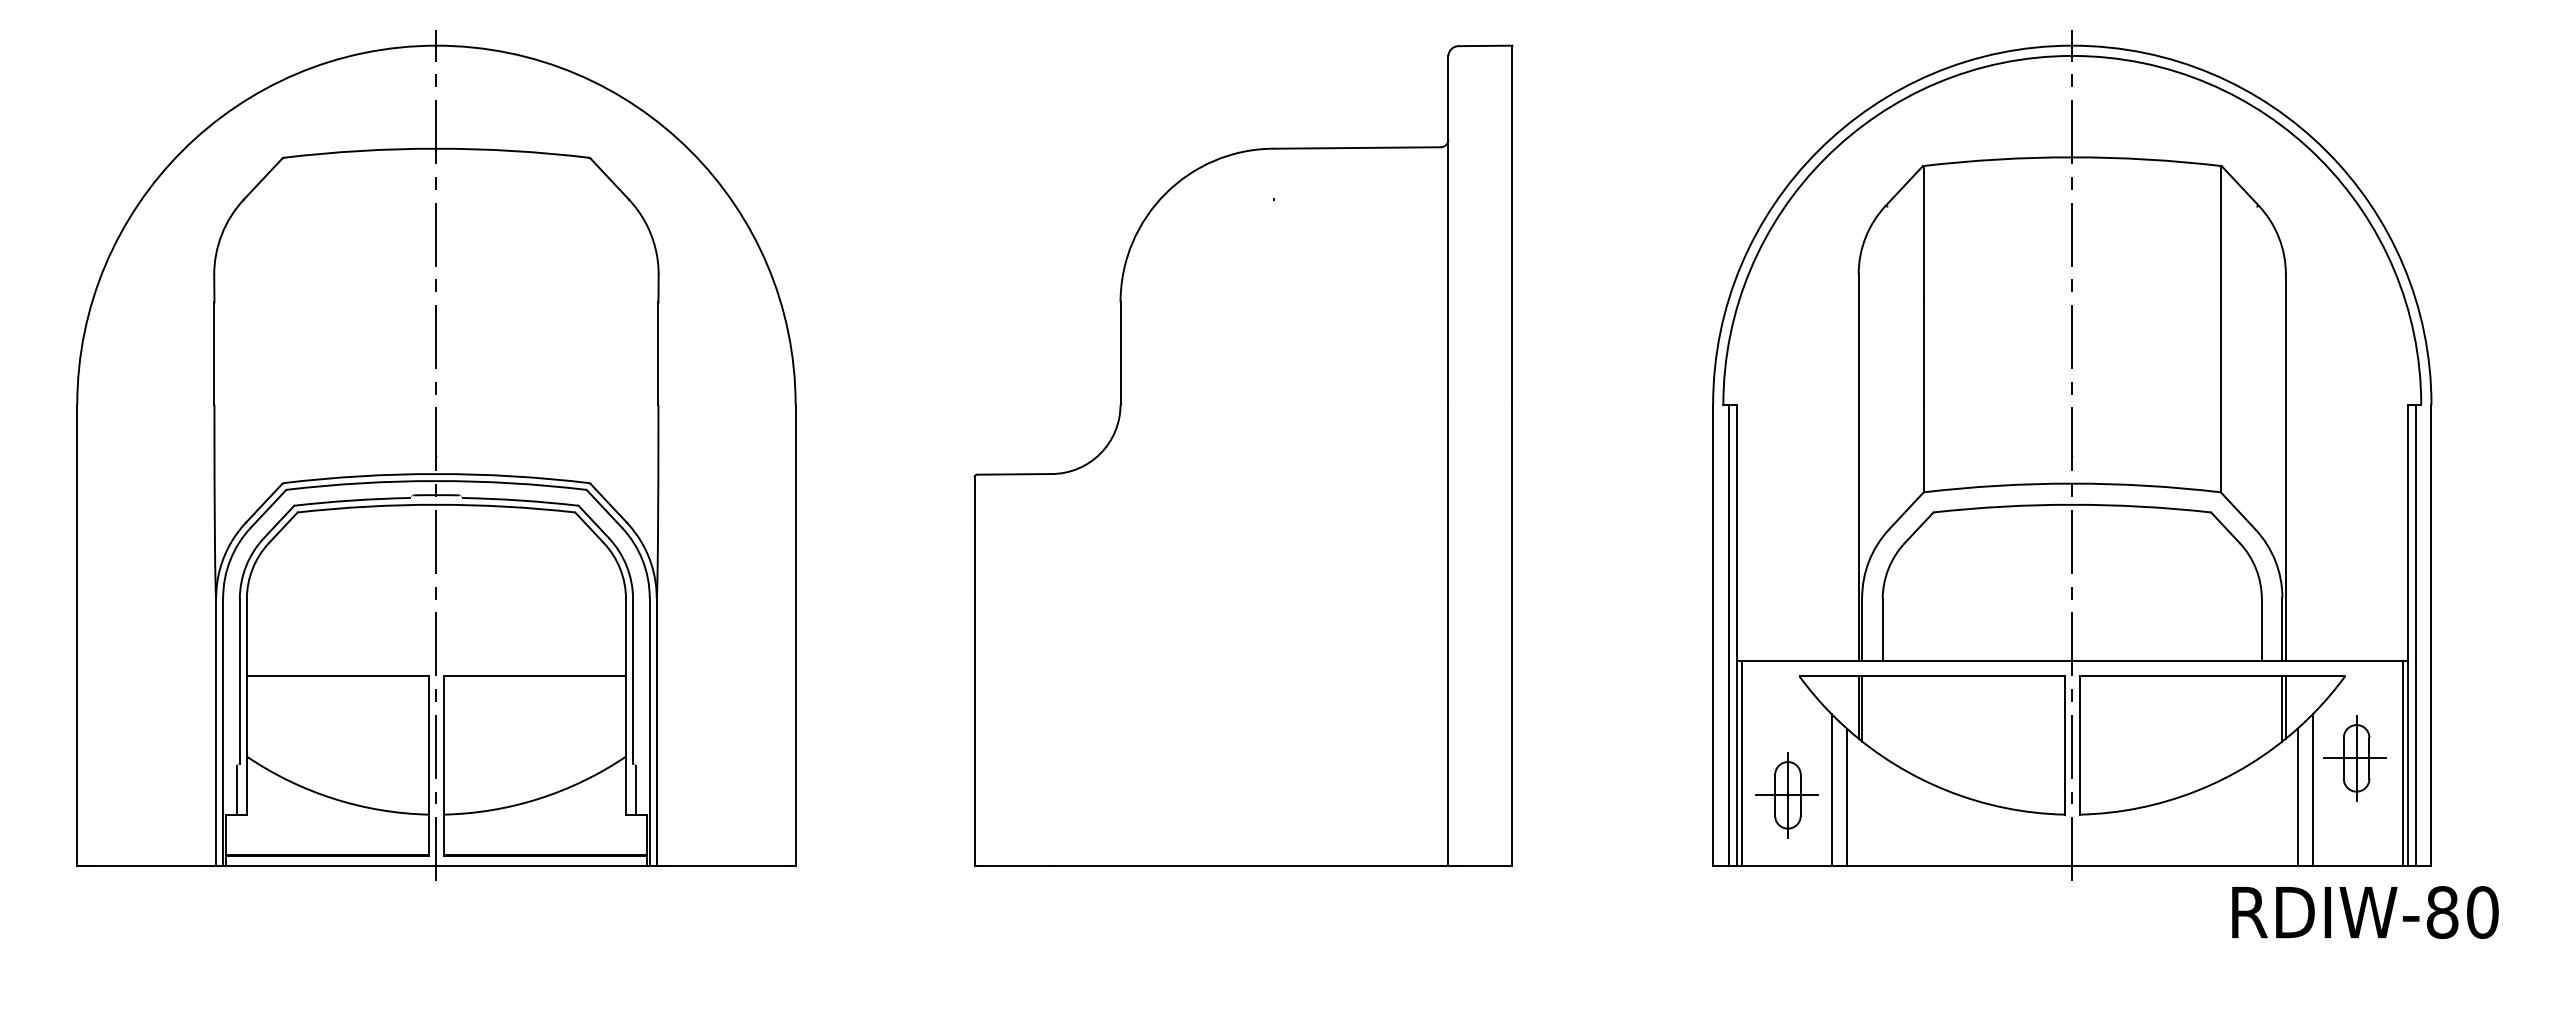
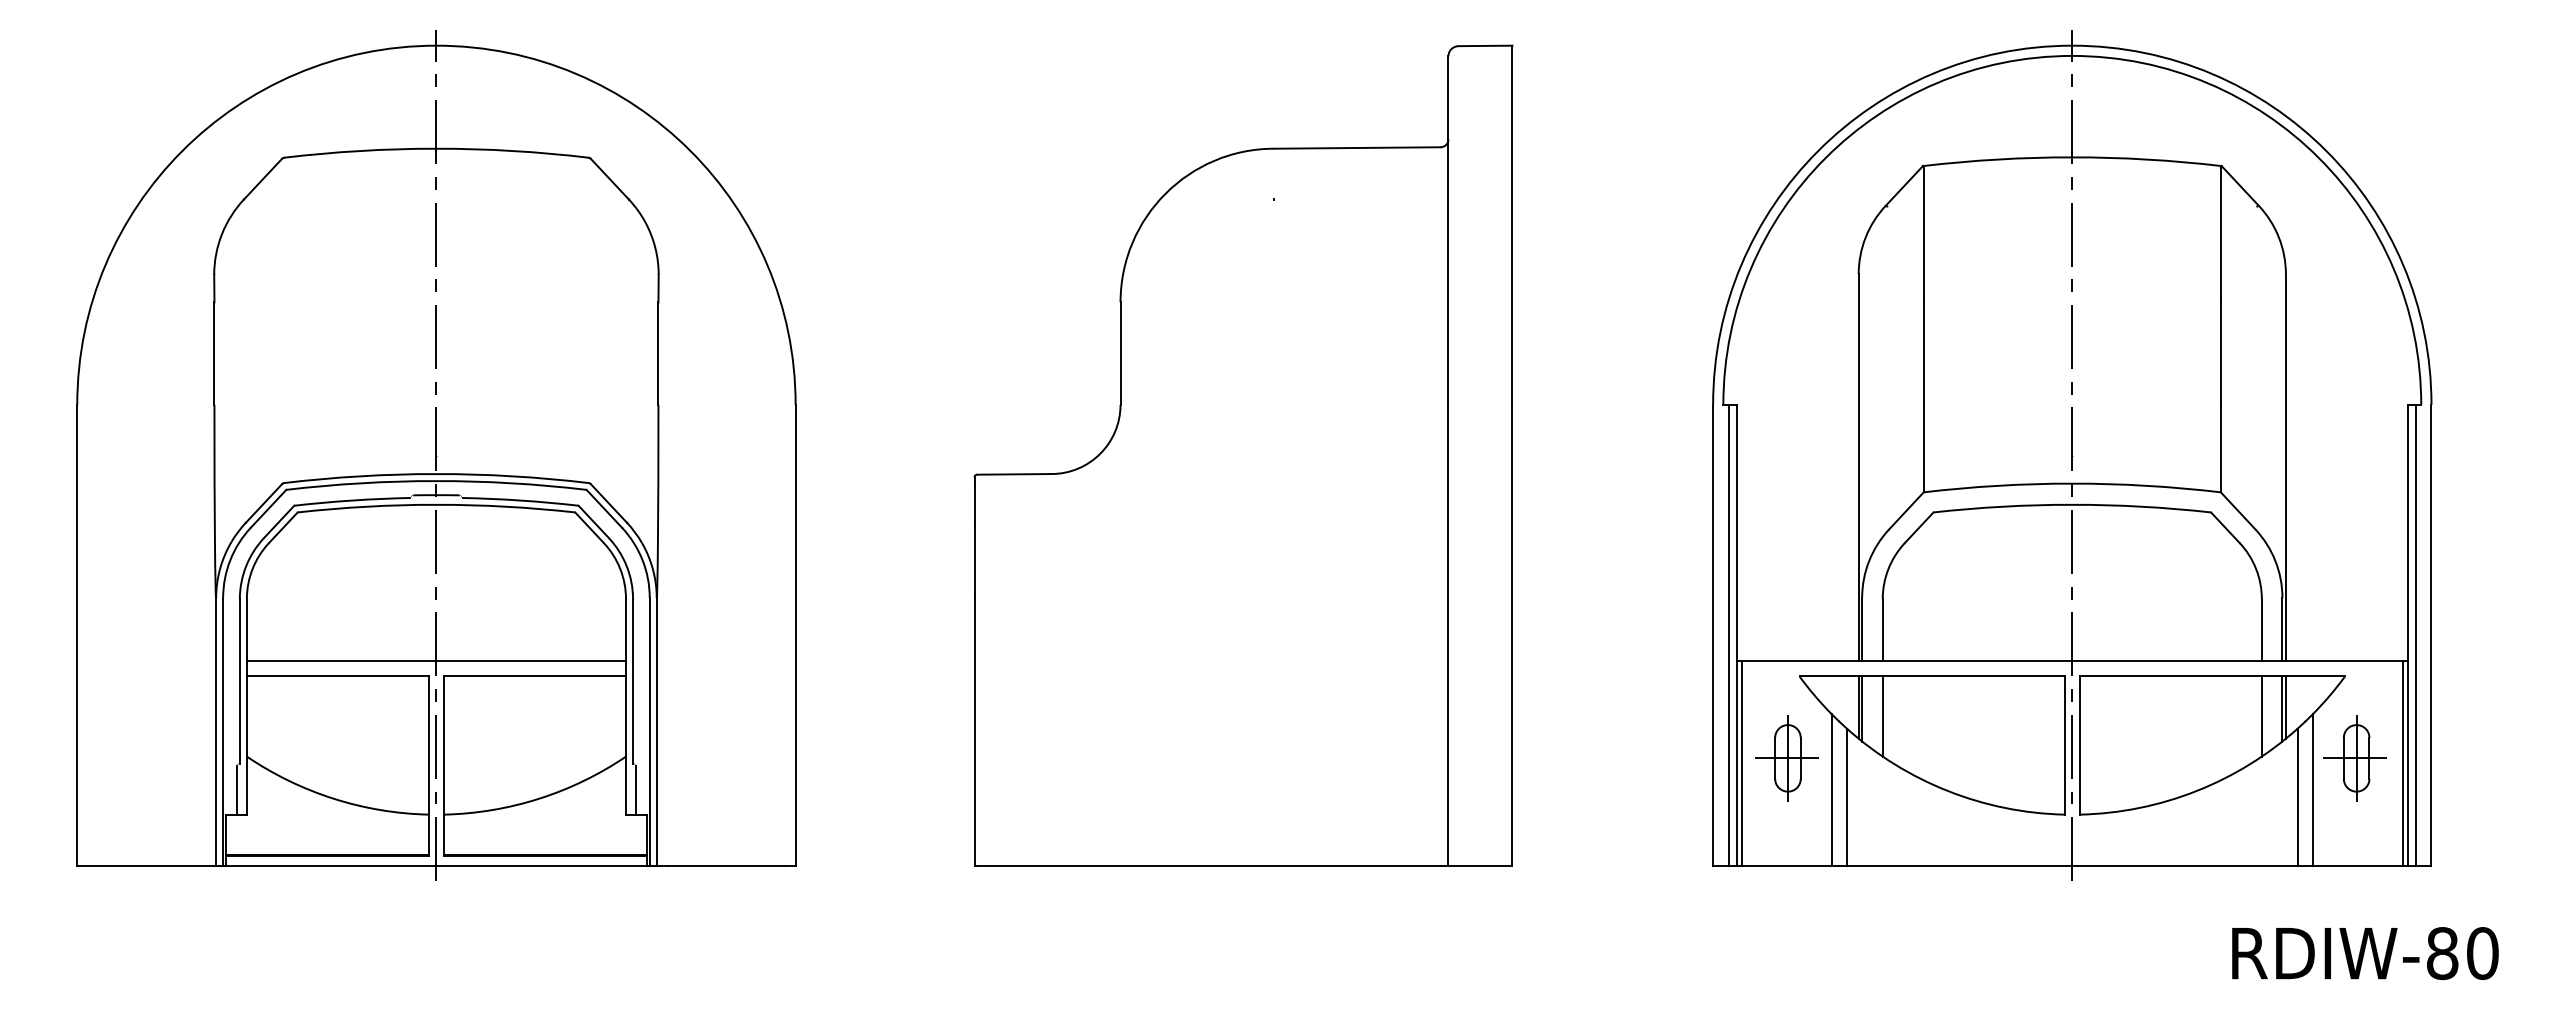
line at (436, 661): none -> present
line at (1882, 716): none -> present
line at (2261, 716): none -> present
part at (1786, 795) position: (1786, 795) -> (1786, 758)
text at (2365, 912) position: (2365, 912) -> (2365, 953)
